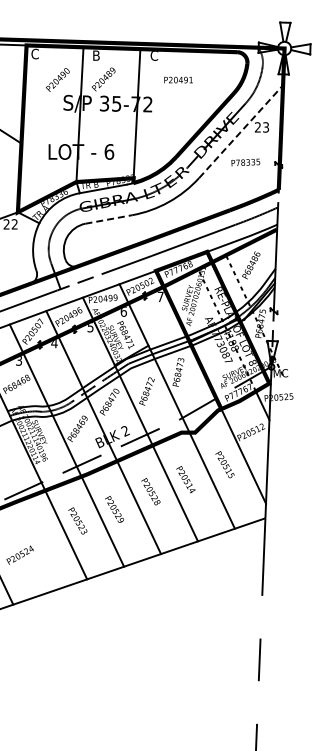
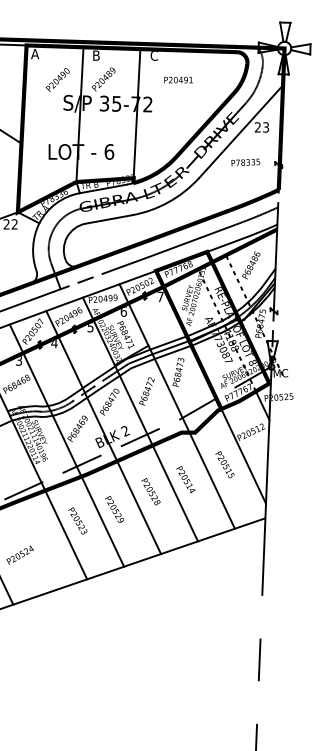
text at (35, 53): C -> A
line at (241, 131): dashed -> solid
line at (108, 219): dashed -> solid
